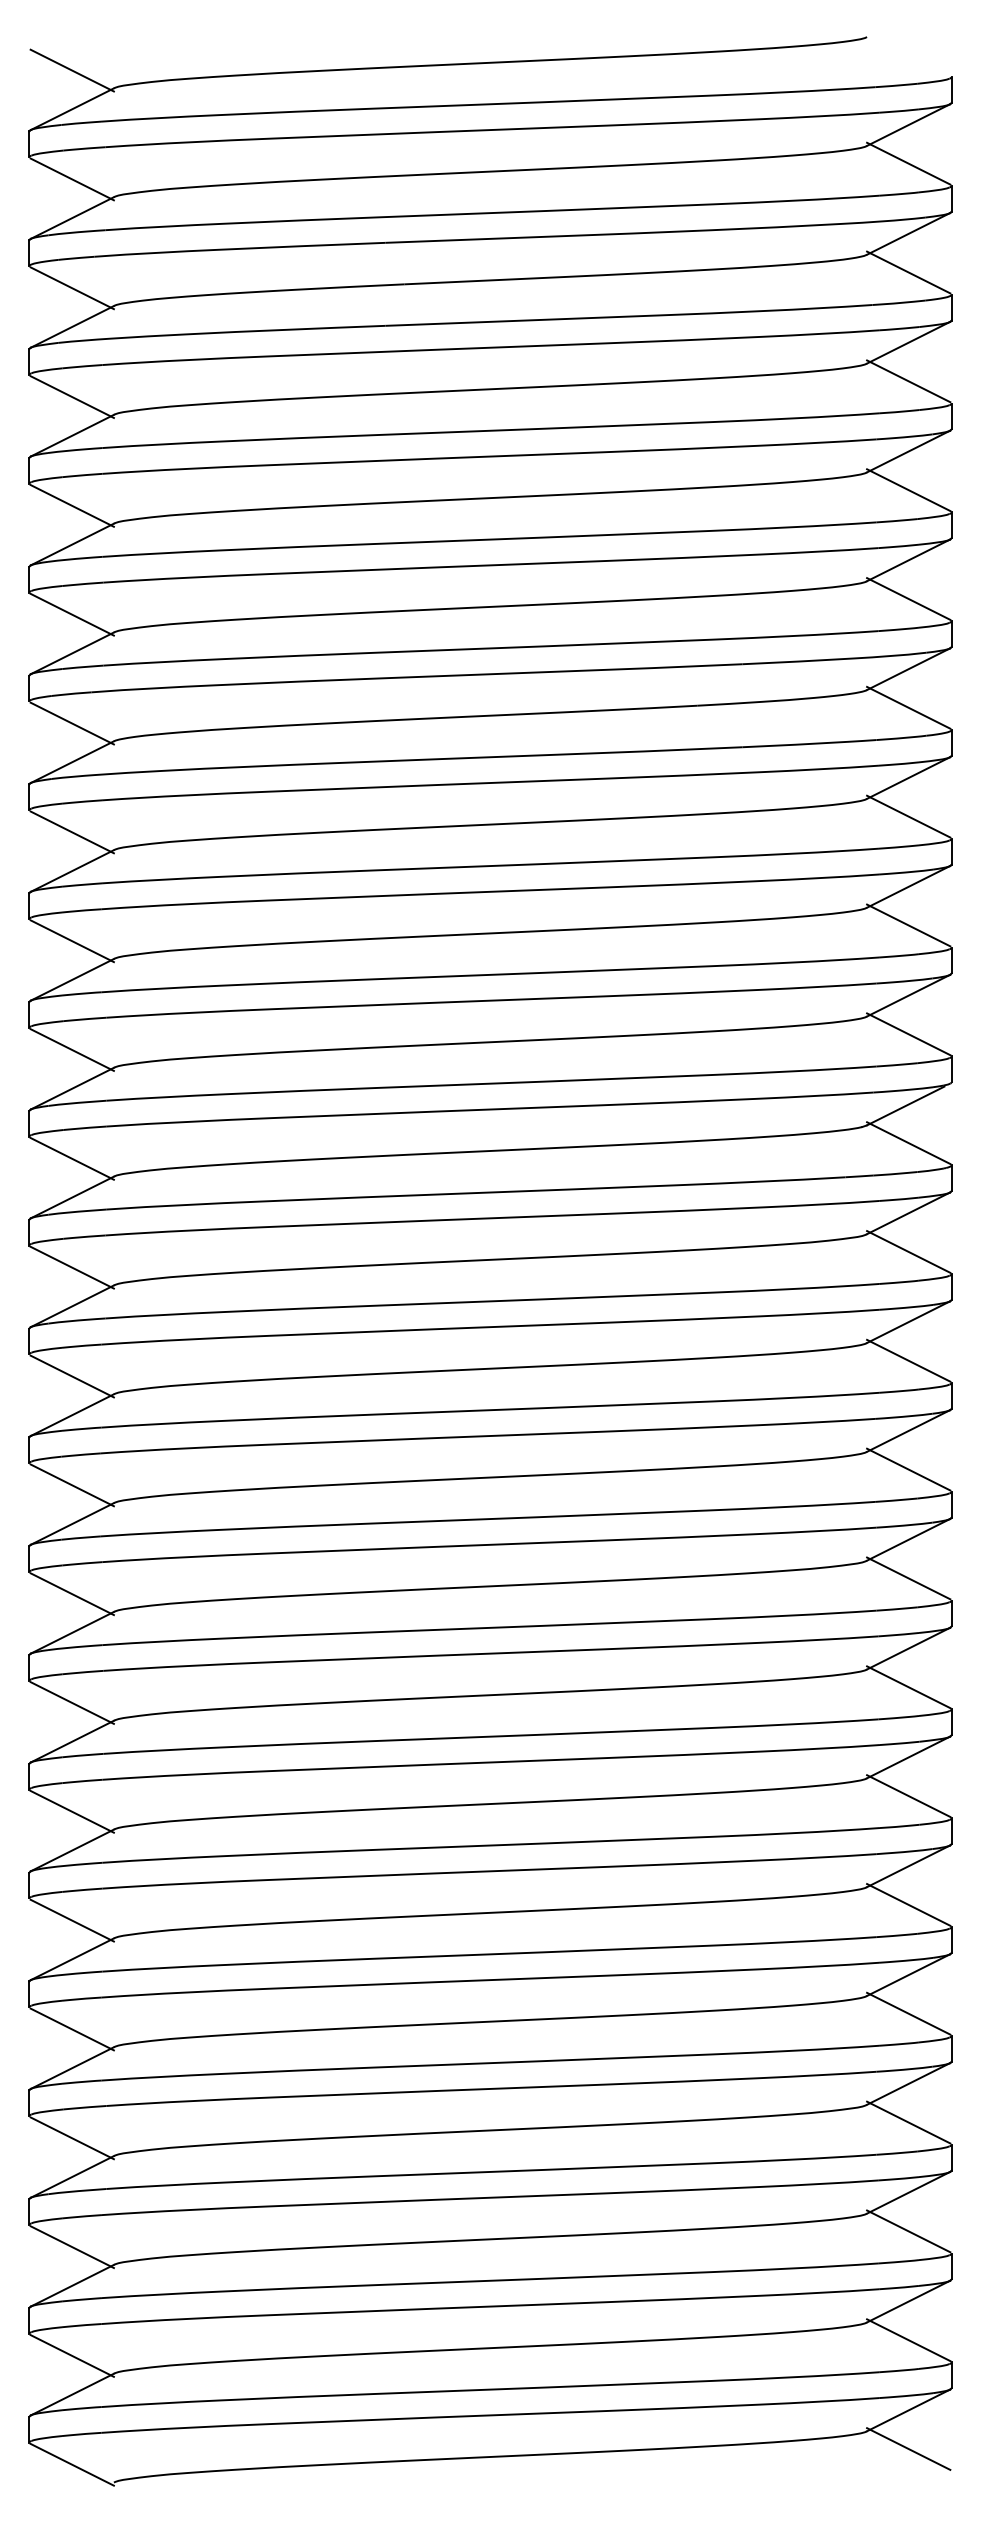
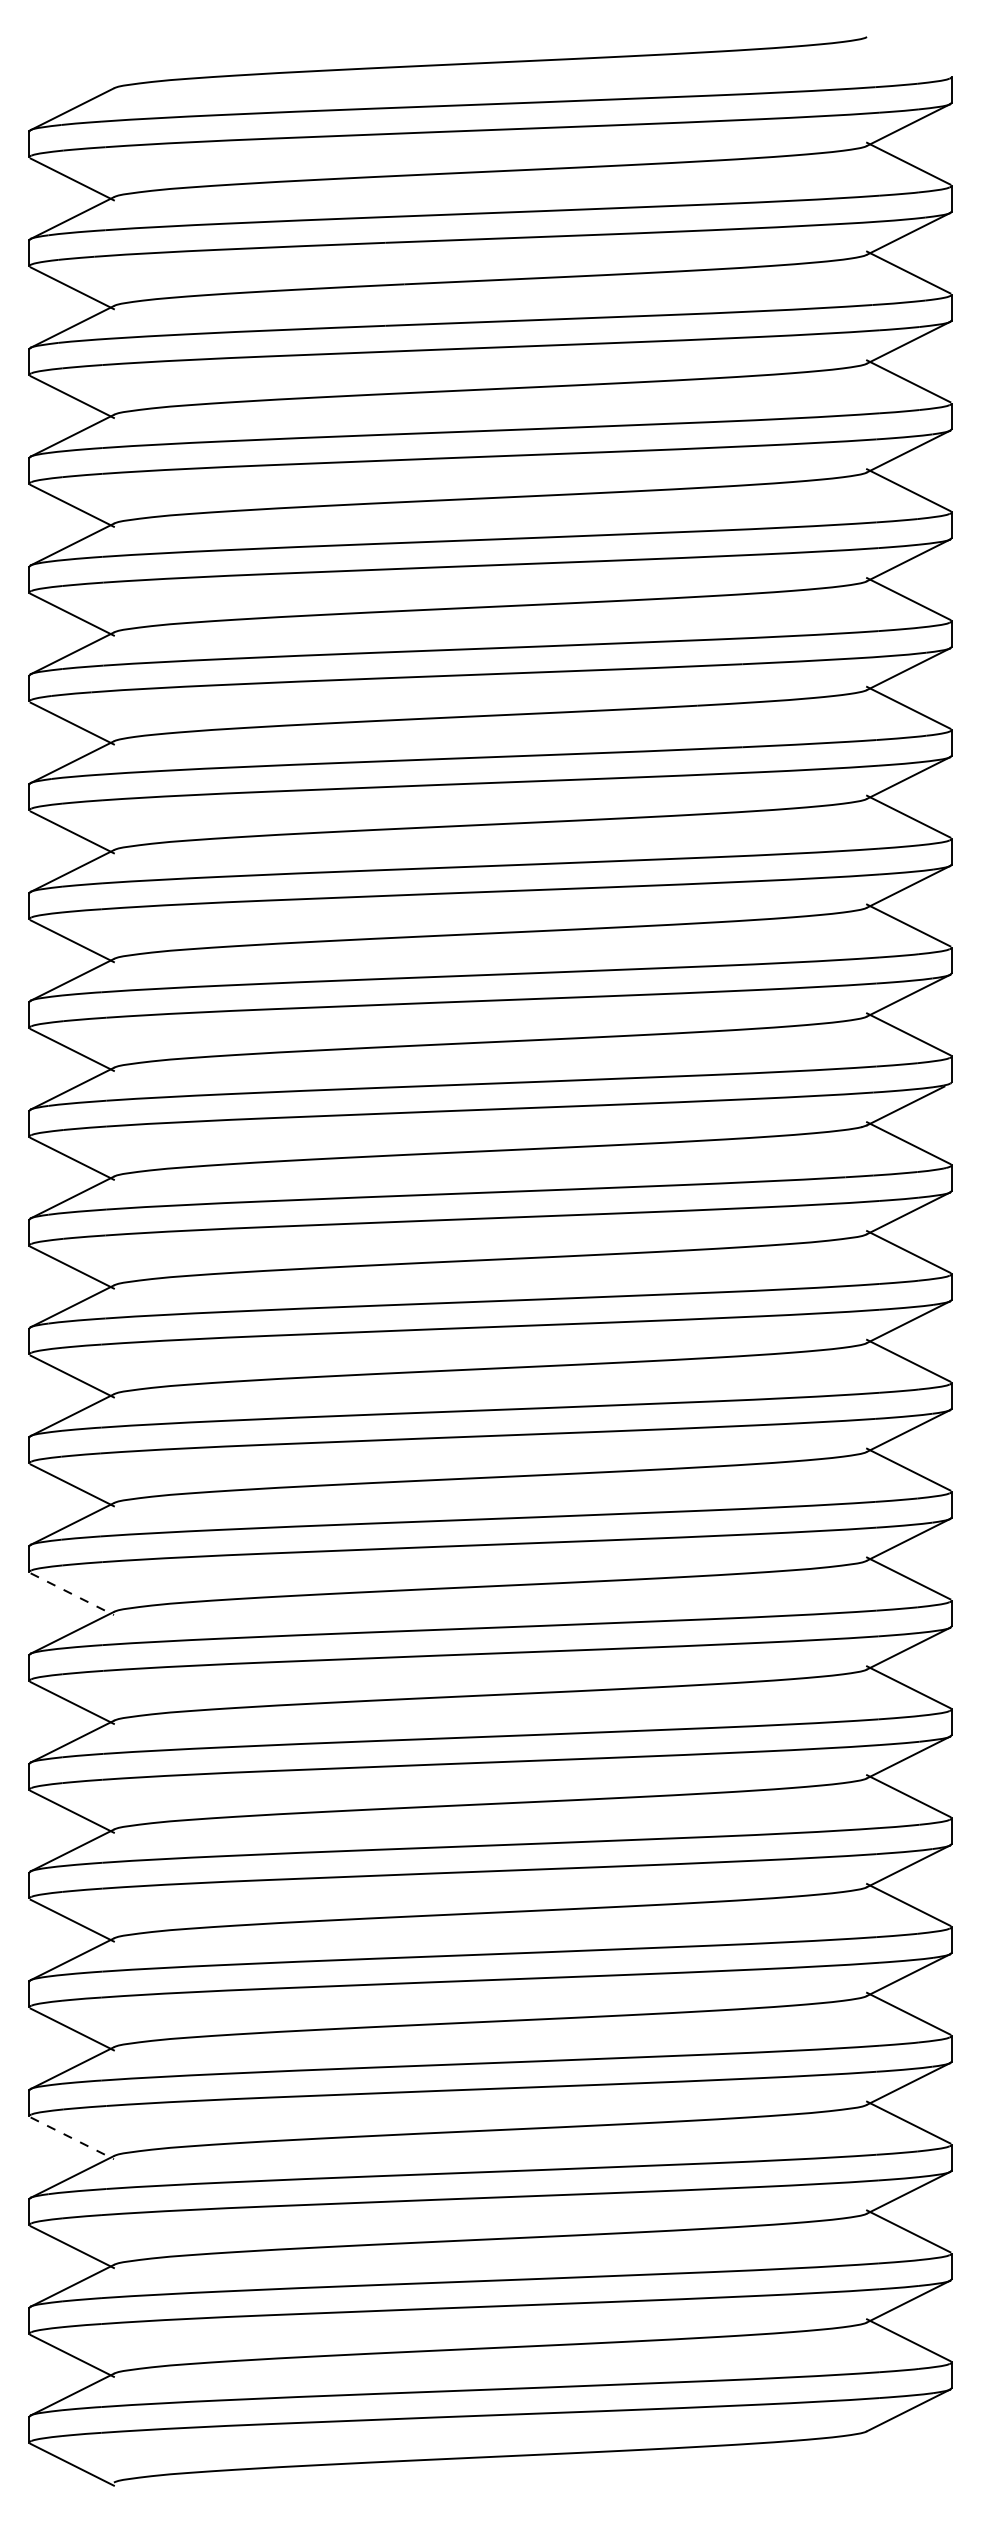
line at (71, 70): present -> none
line at (72, 1594): solid -> dashed
line at (72, 2138): solid -> dashed
line at (908, 2448): present -> none
